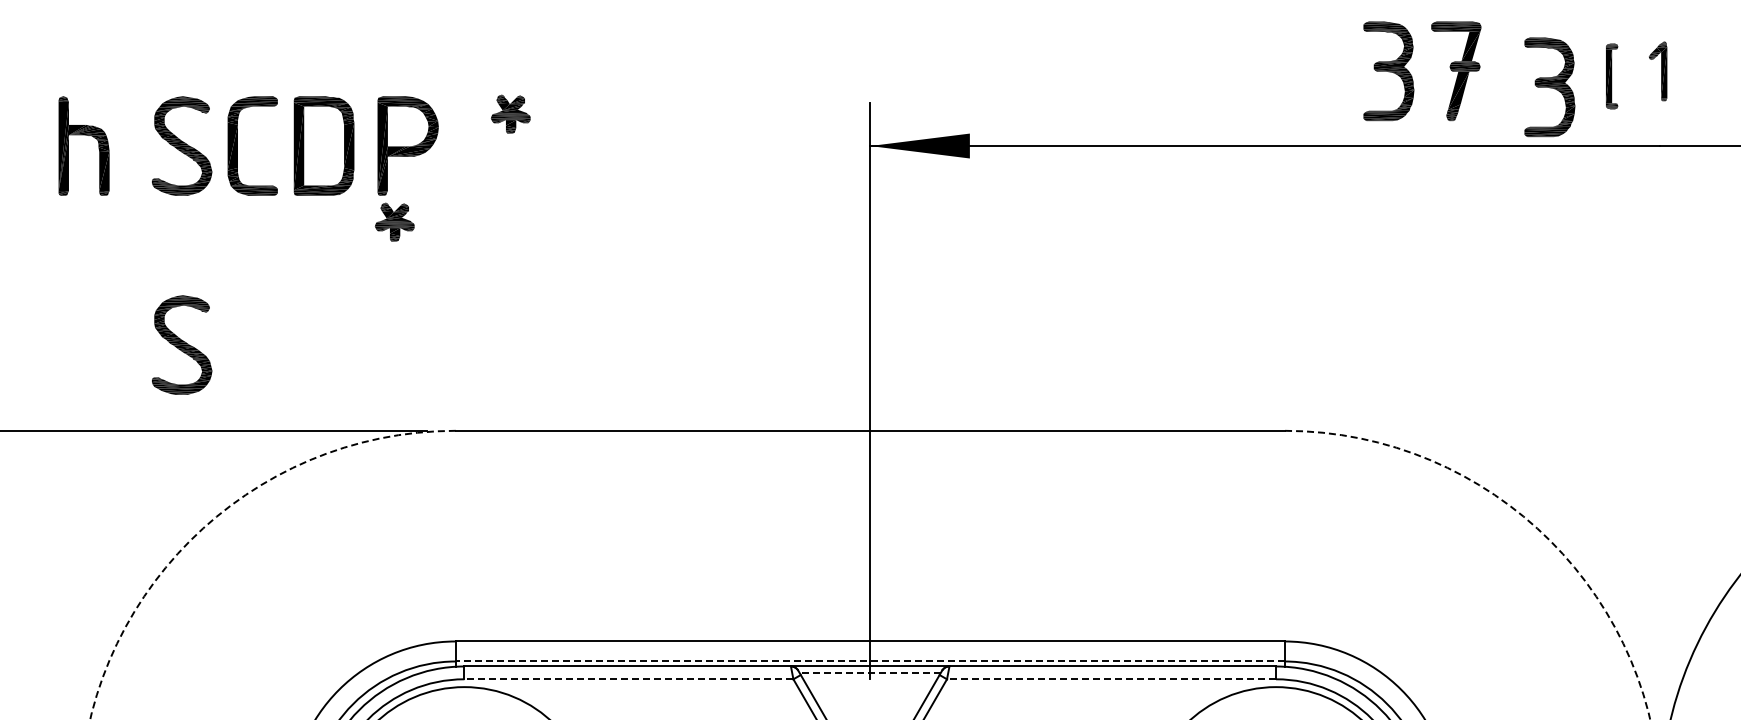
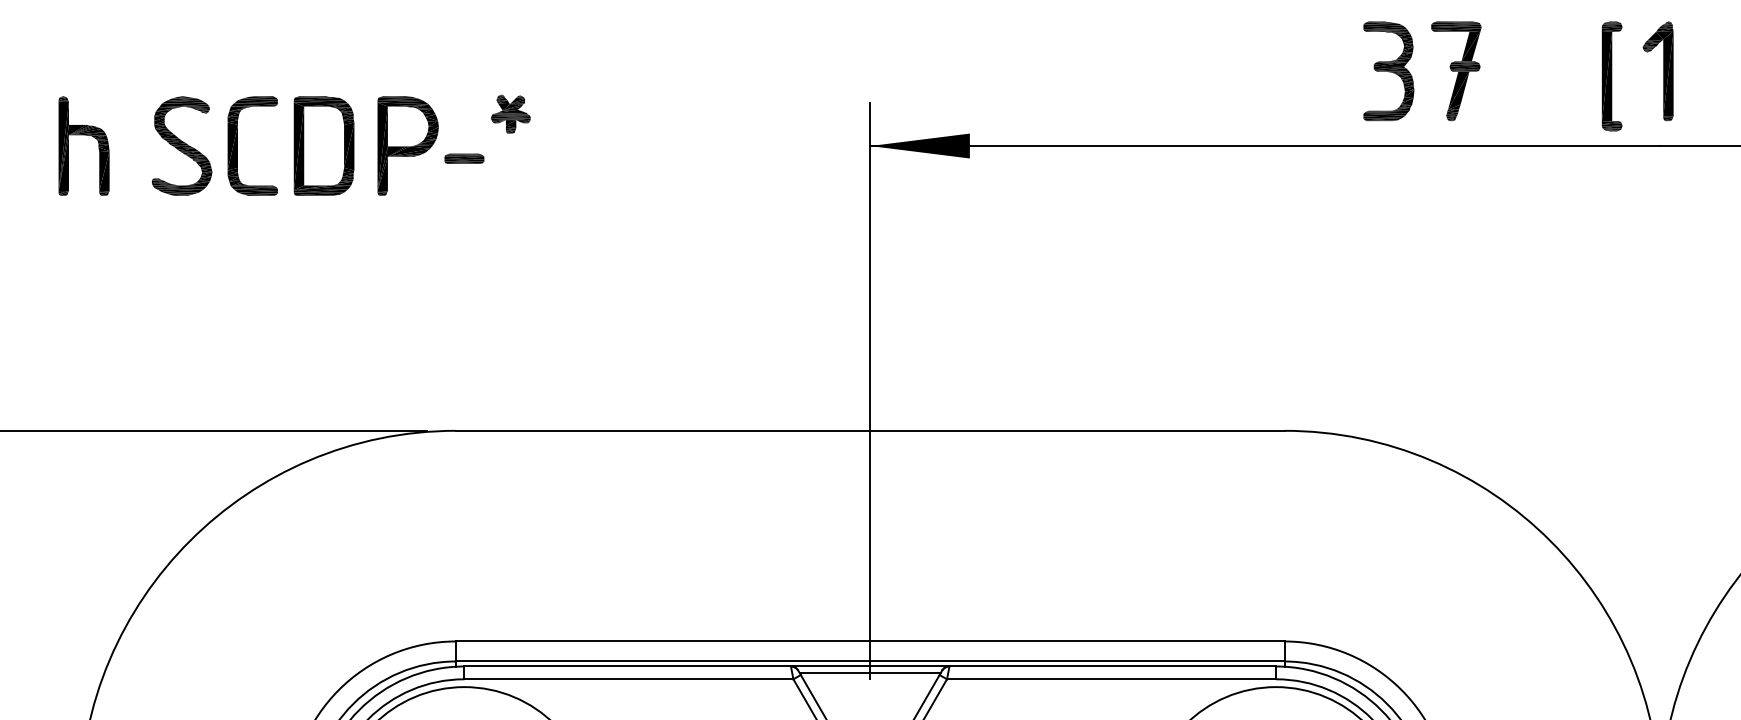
part at (1658, 71) size: 19x61 px -> 32x101 px
part at (1612, 76) size: 13x67 px -> 22x111 px
part at (1549, 87): present -> none
part at (464, 158): none -> present
part at (394, 221): present -> none
part at (182, 344): present -> none
arc at (1518, 512): dashed -> solid
arc at (221, 513): dashed -> solid
line at (869, 661): dashed -> solid
line at (869, 673): dashed -> solid
line at (628, 679): dashed -> solid
line at (1111, 679): dashed -> solid
